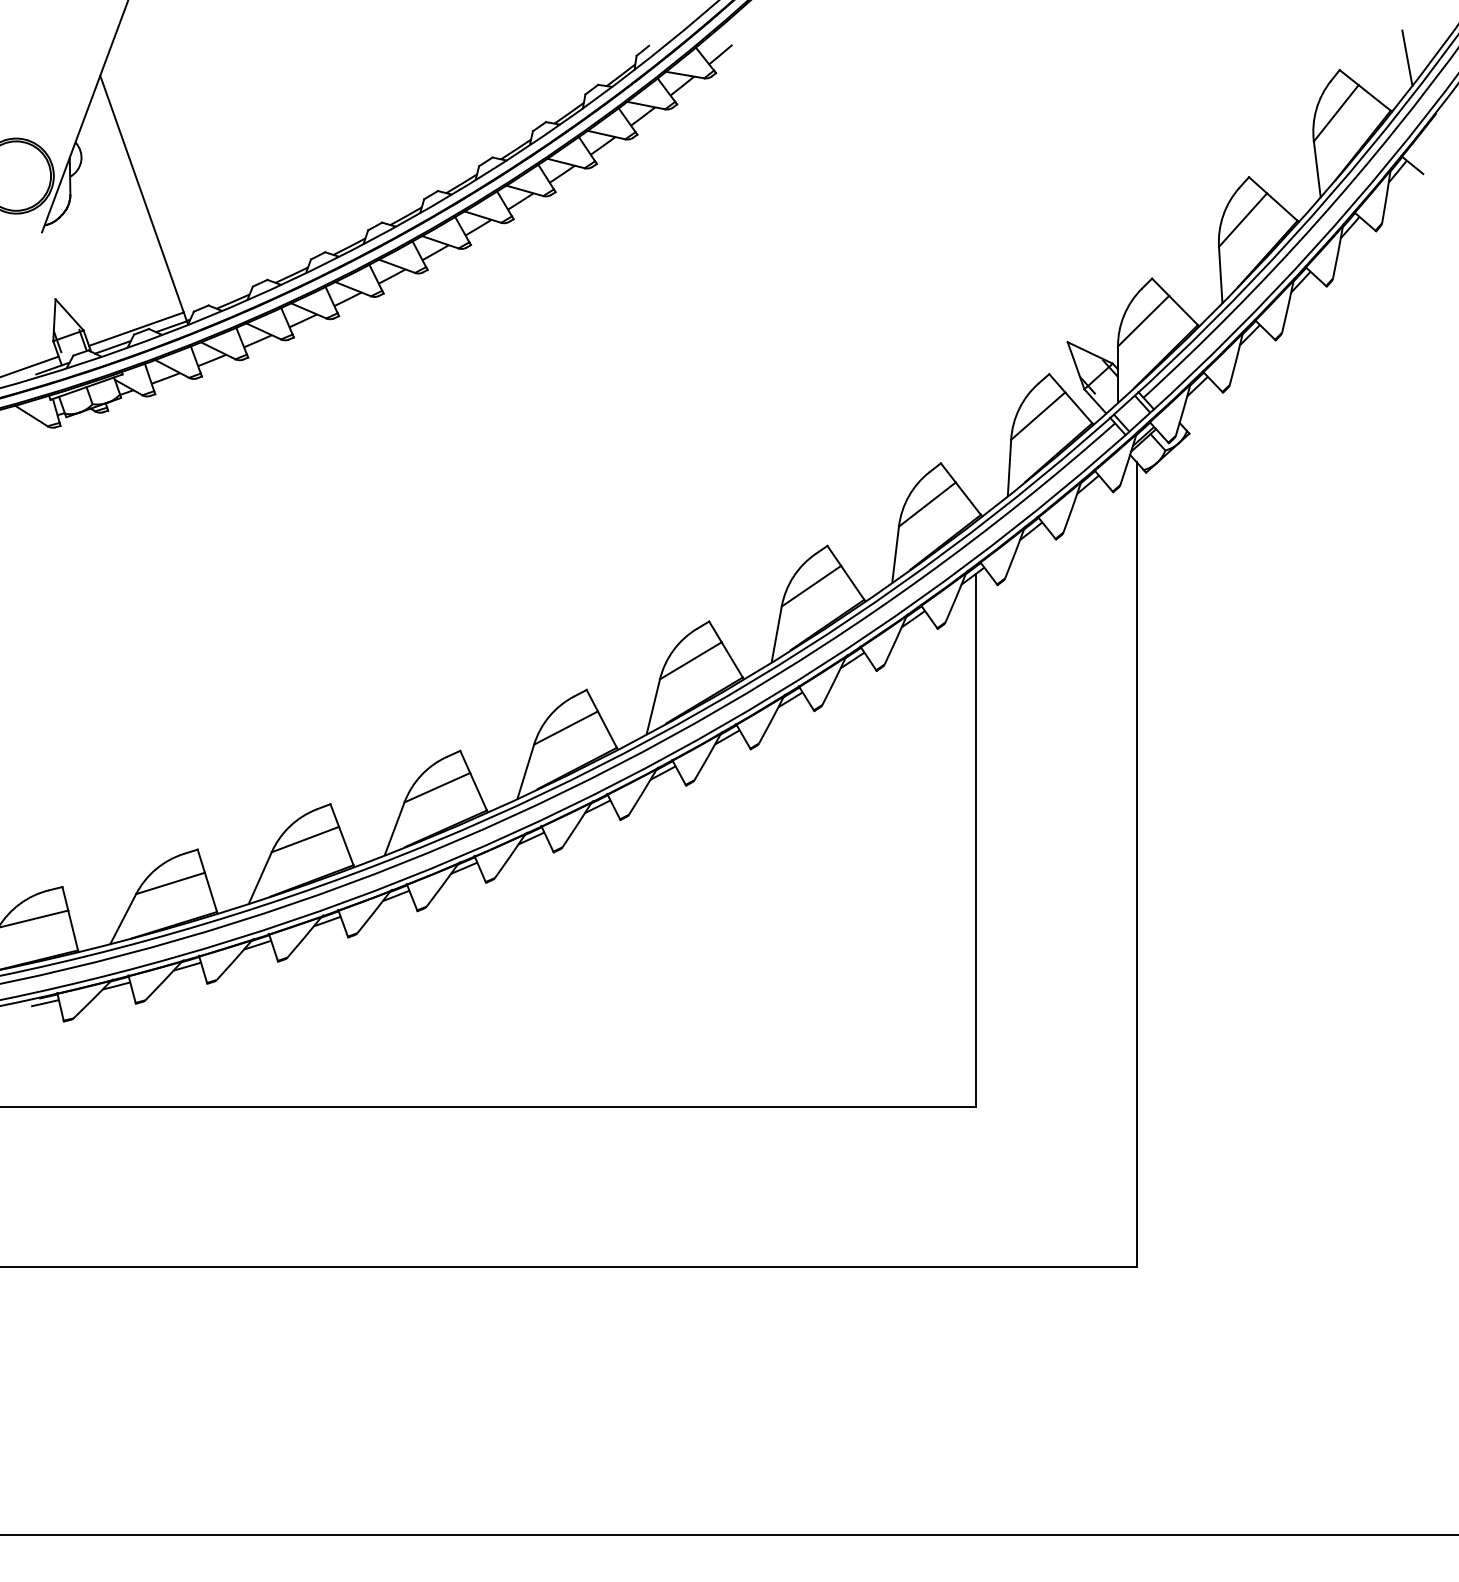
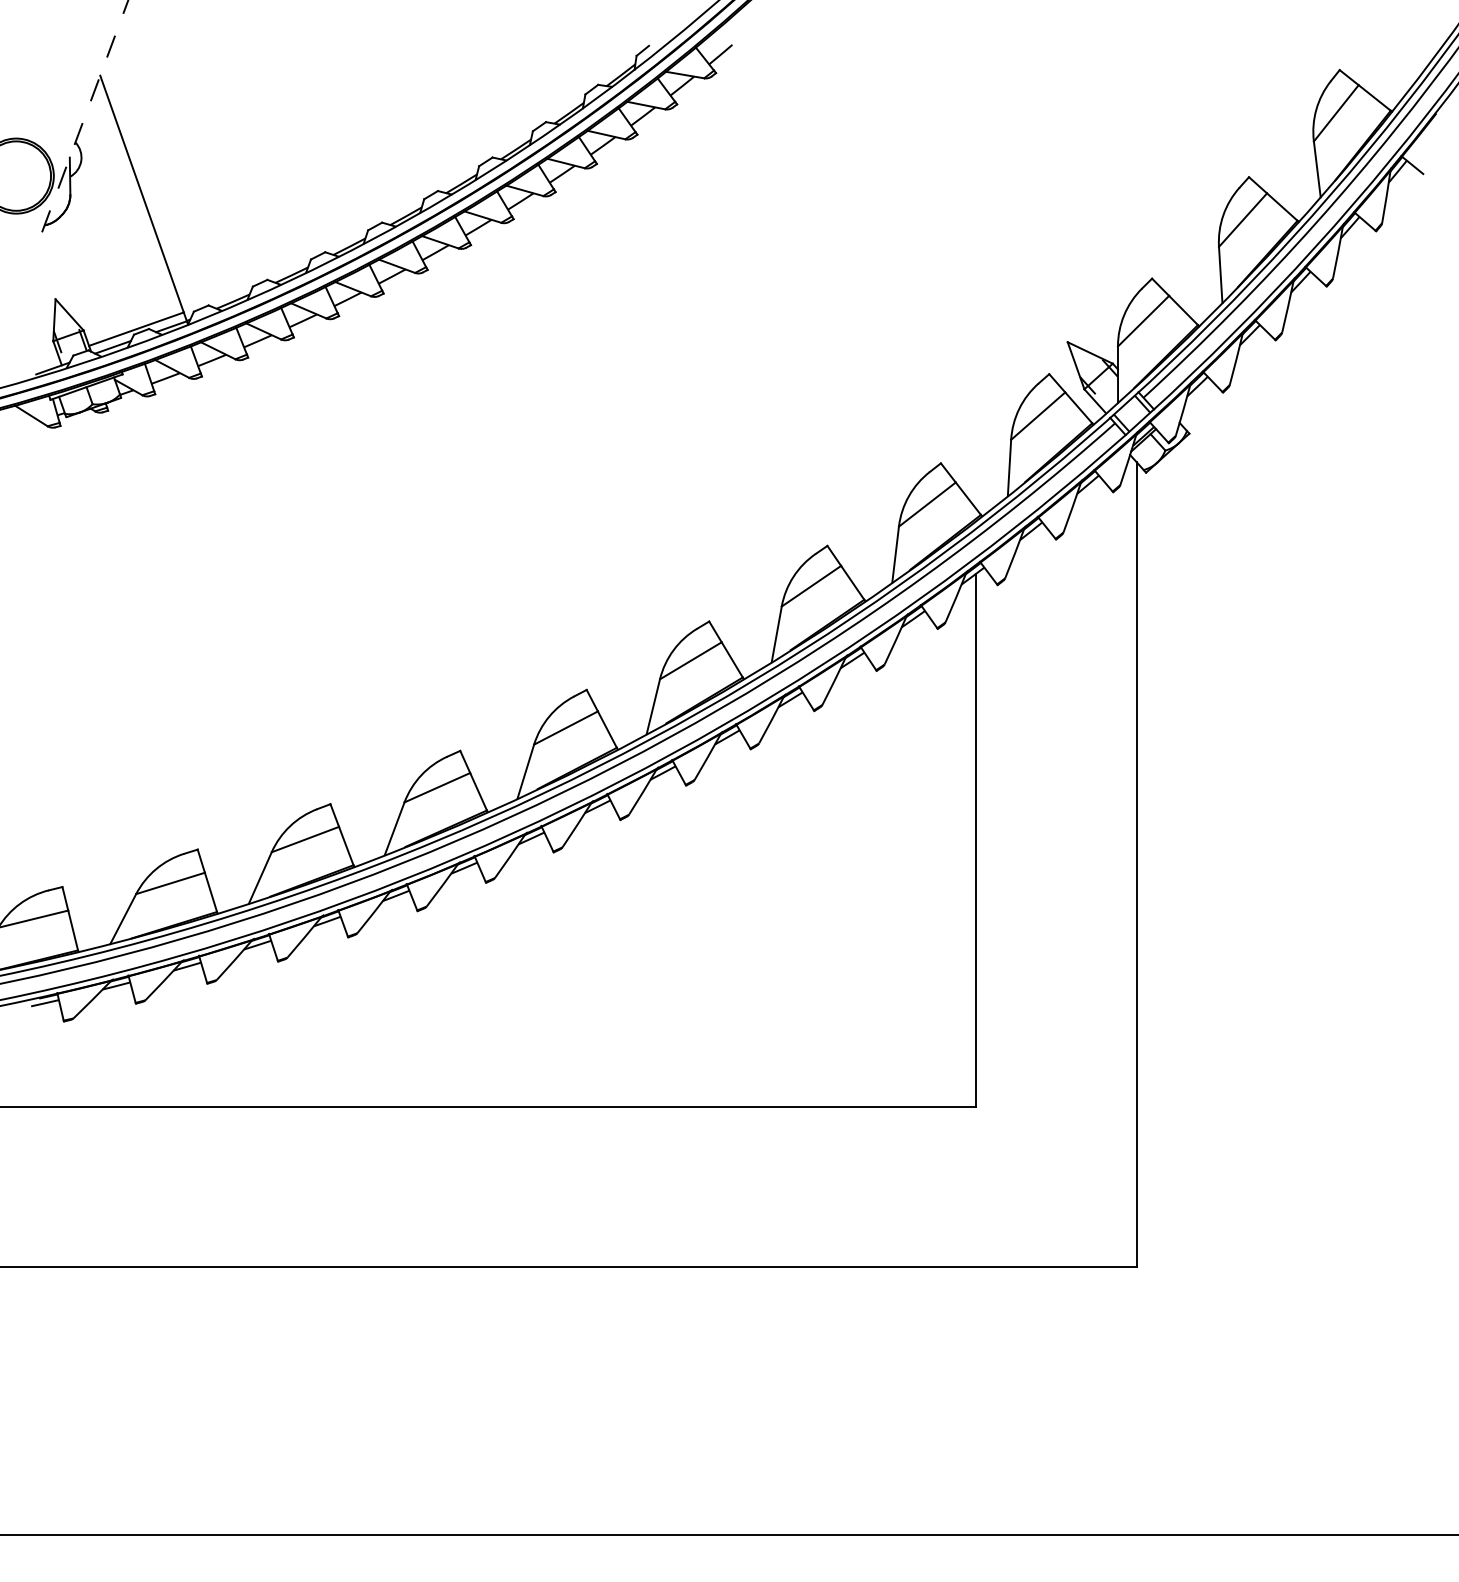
line at (1407, 57): present -> none
line at (85, 116): solid -> dashed
line at (30, 366): present -> none
